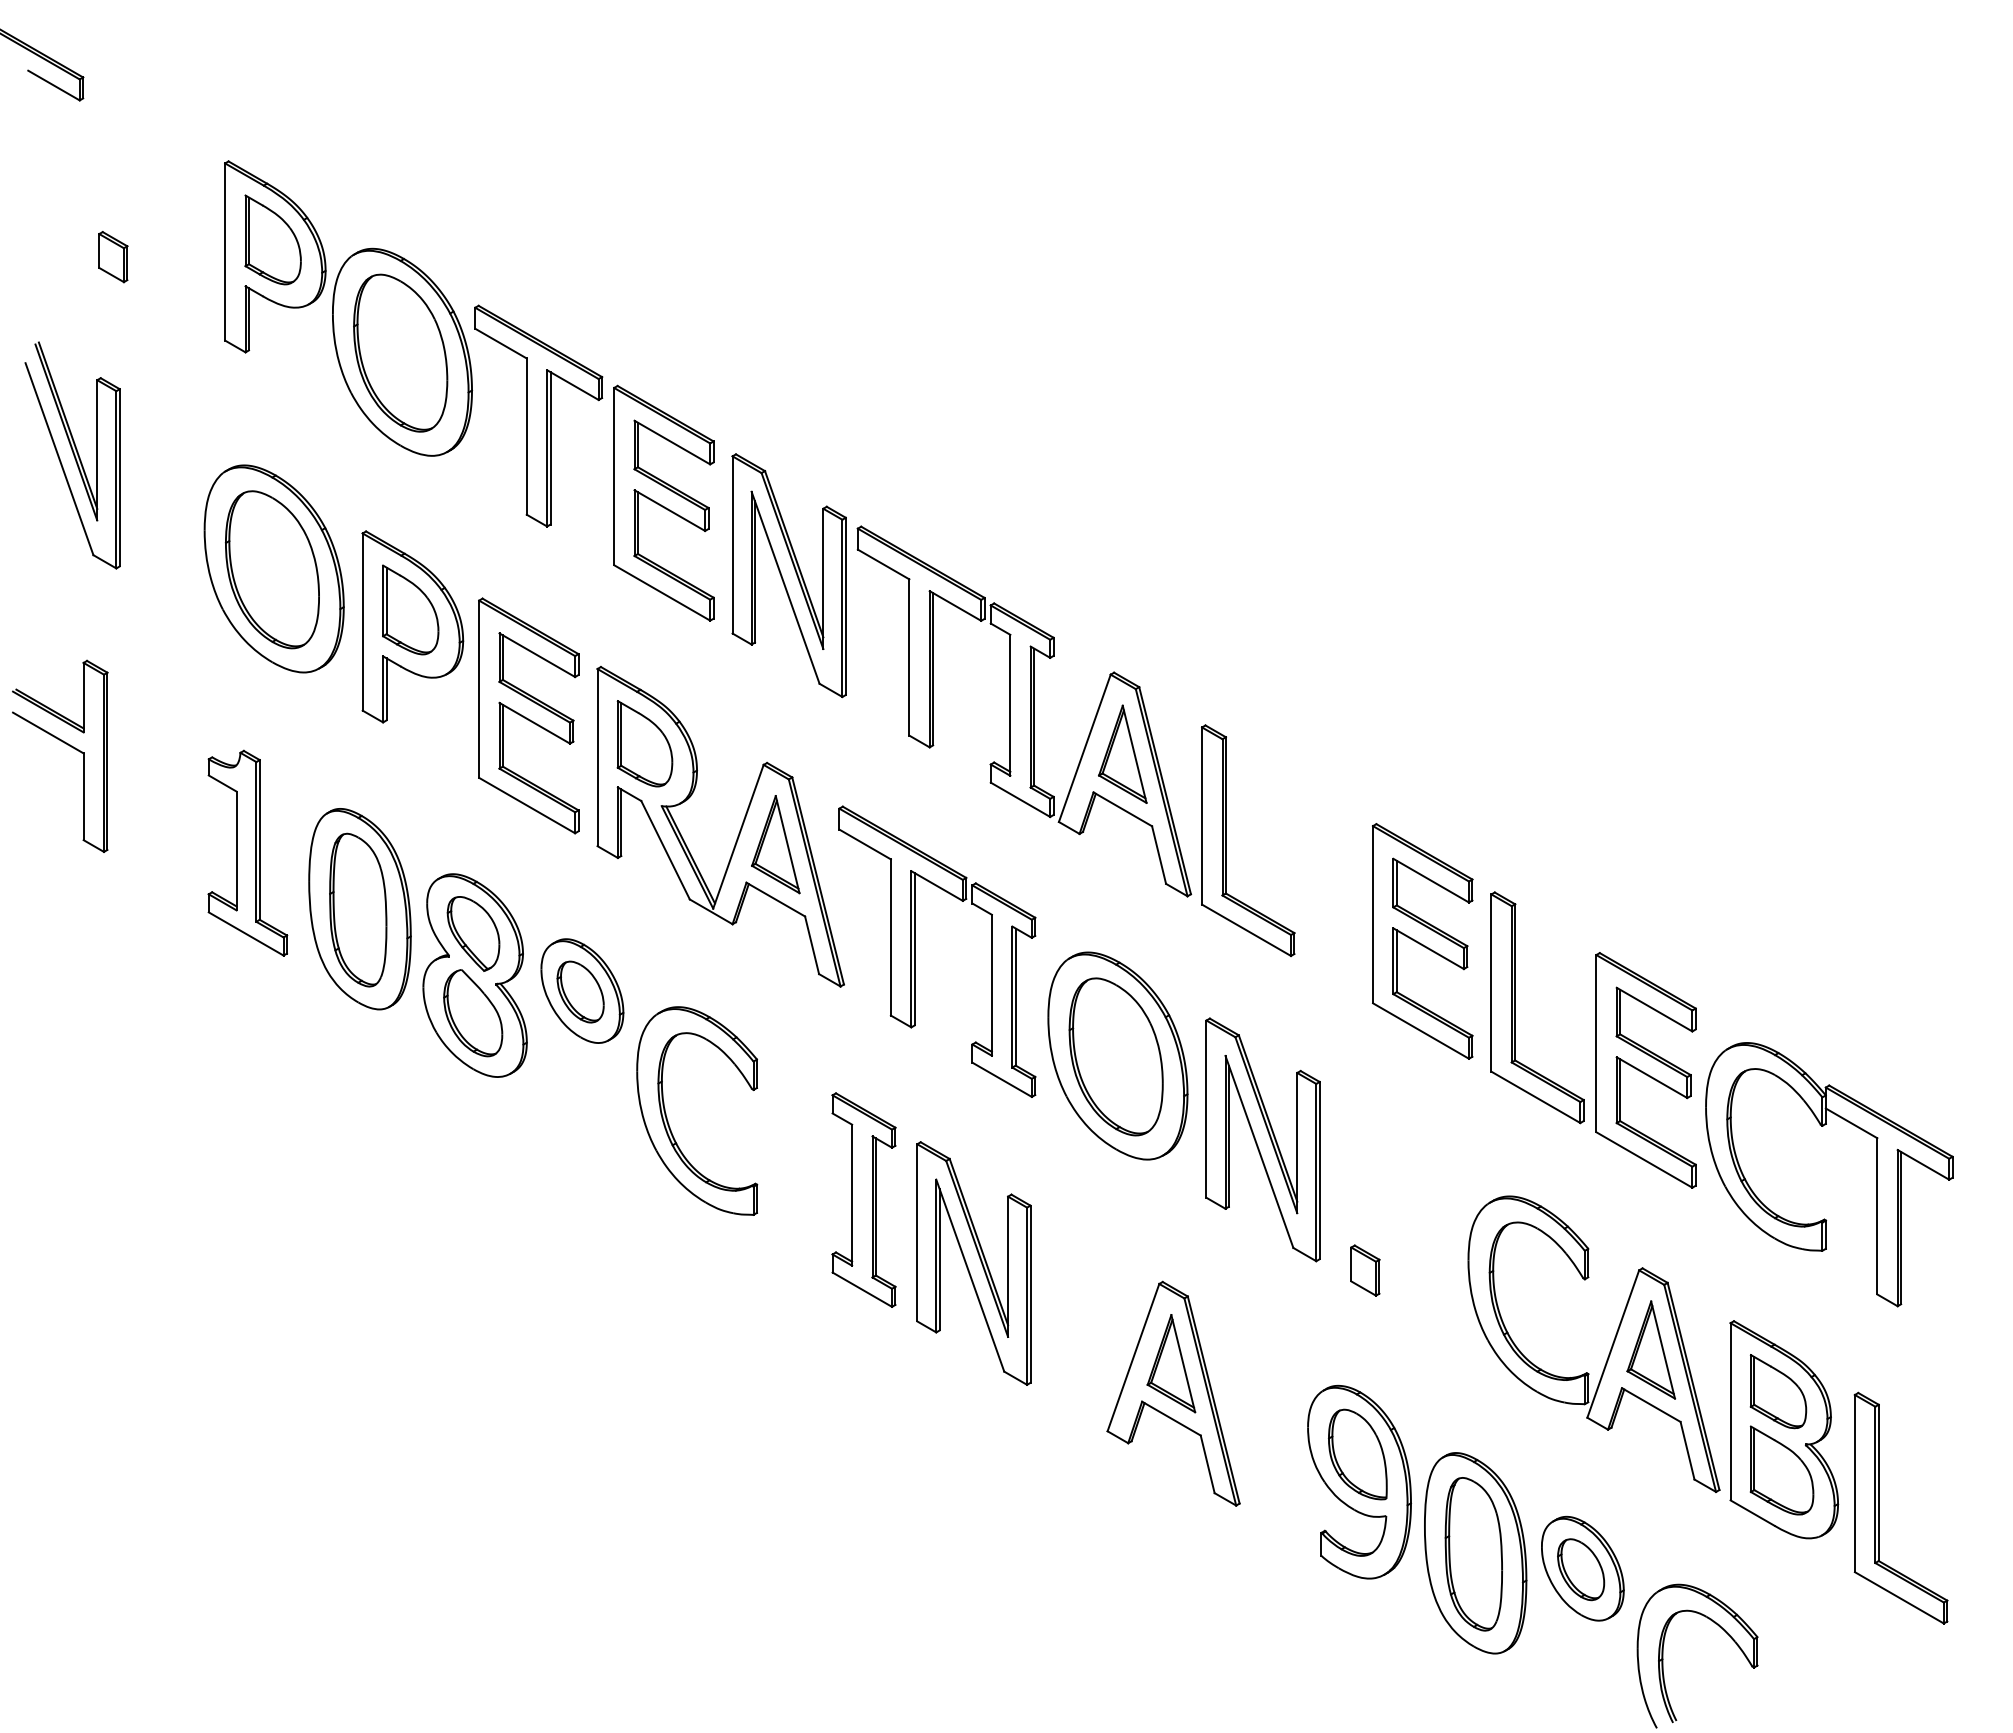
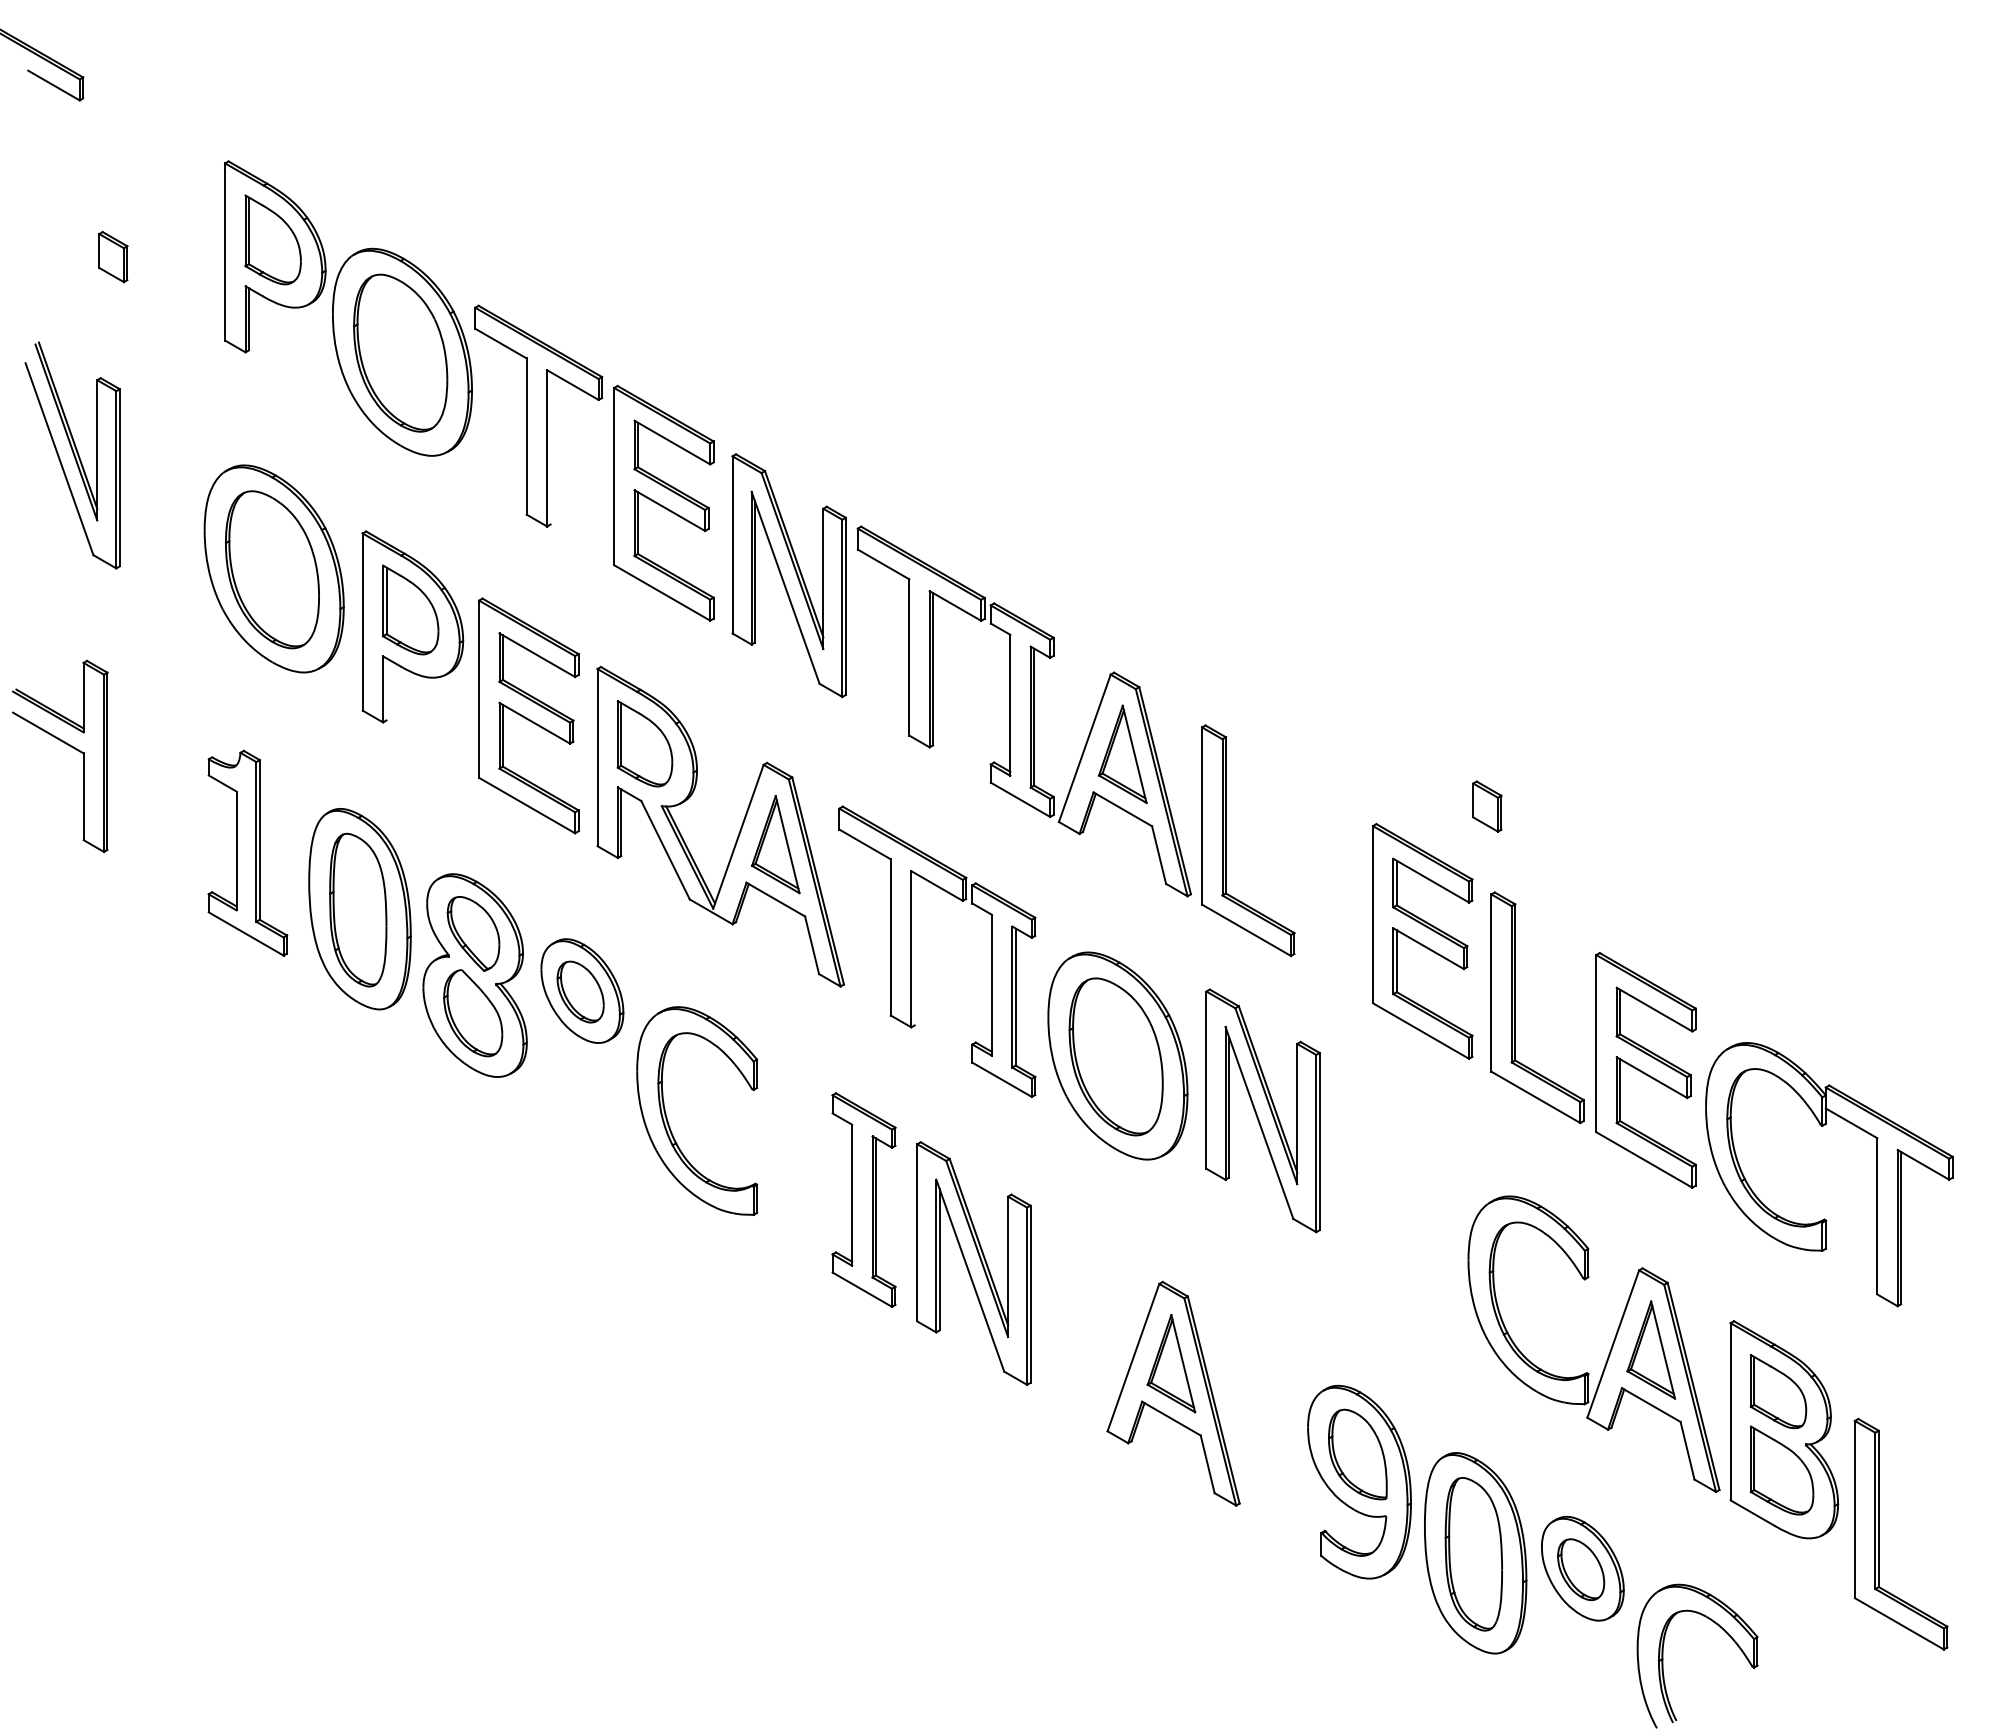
line at (550, 448): present -> none
line at (386, 689): present -> none
line at (914, 949): present -> none
part at (1262, 1139) position: (1262, 1139) -> (1262, 1110)
part at (1365, 1270) position: (1365, 1270) -> (1487, 806)
part at (1879, 1507) position: (1879, 1507) -> (1879, 1533)
